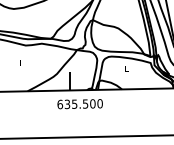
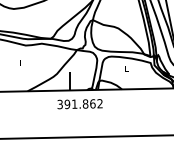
text at (79, 104): 635.500 -> 391.862
